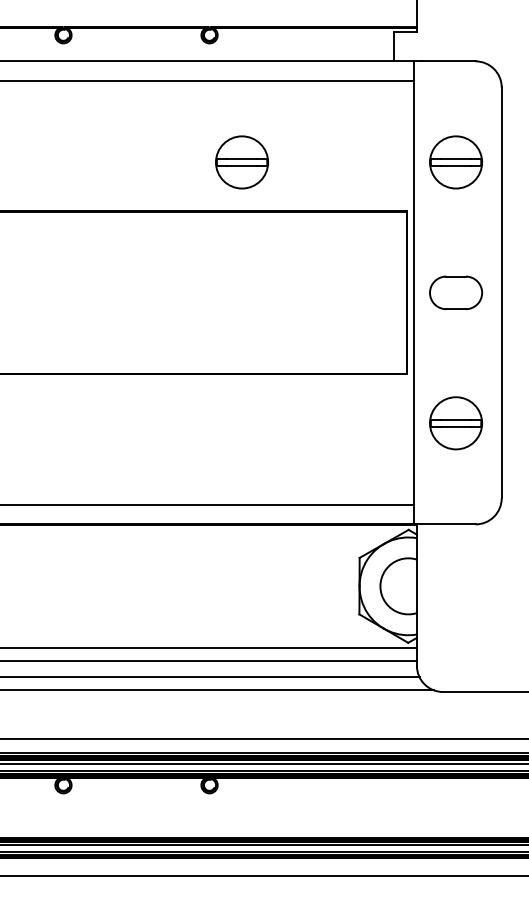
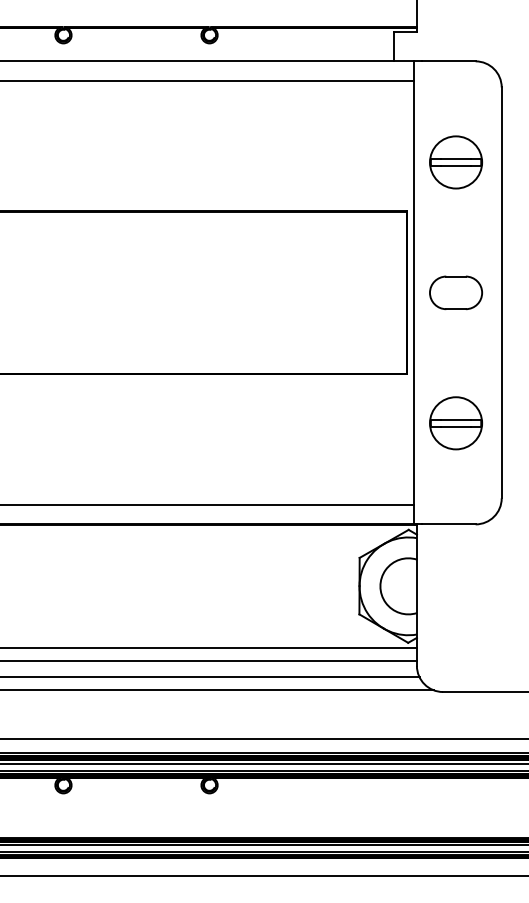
part at (241, 162): present -> none
